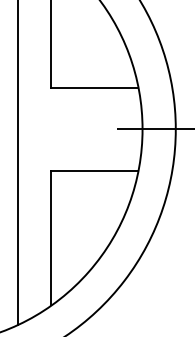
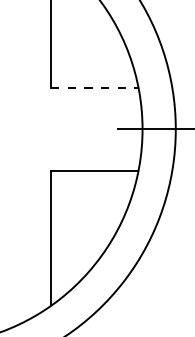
line at (95, 87): solid -> dashed
line at (17, 163): present -> none
